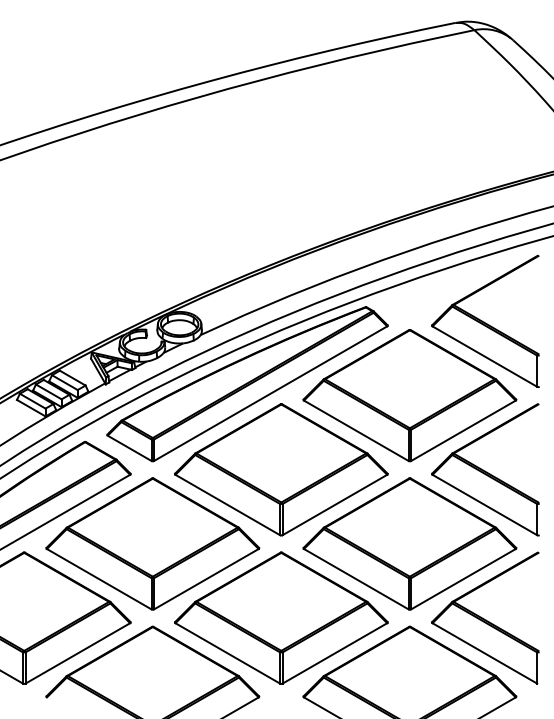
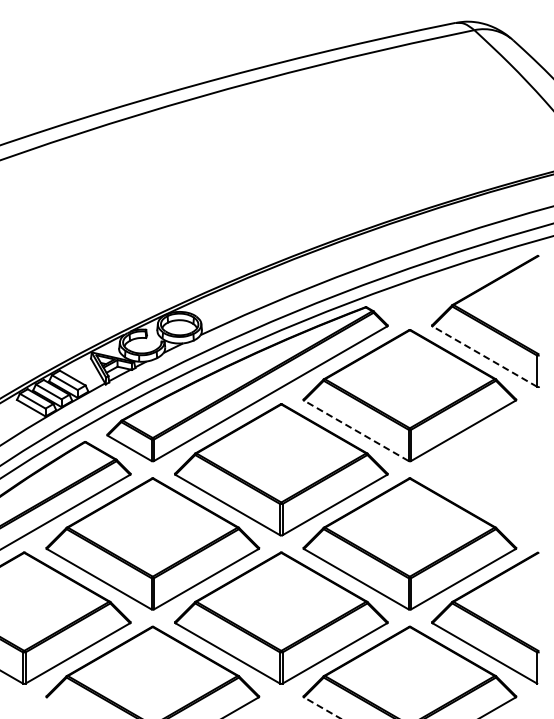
line at (484, 356): solid -> dashed
line at (355, 430): solid -> dashed
part at (485, 469): present -> none
line at (322, 707): solid -> dashed
